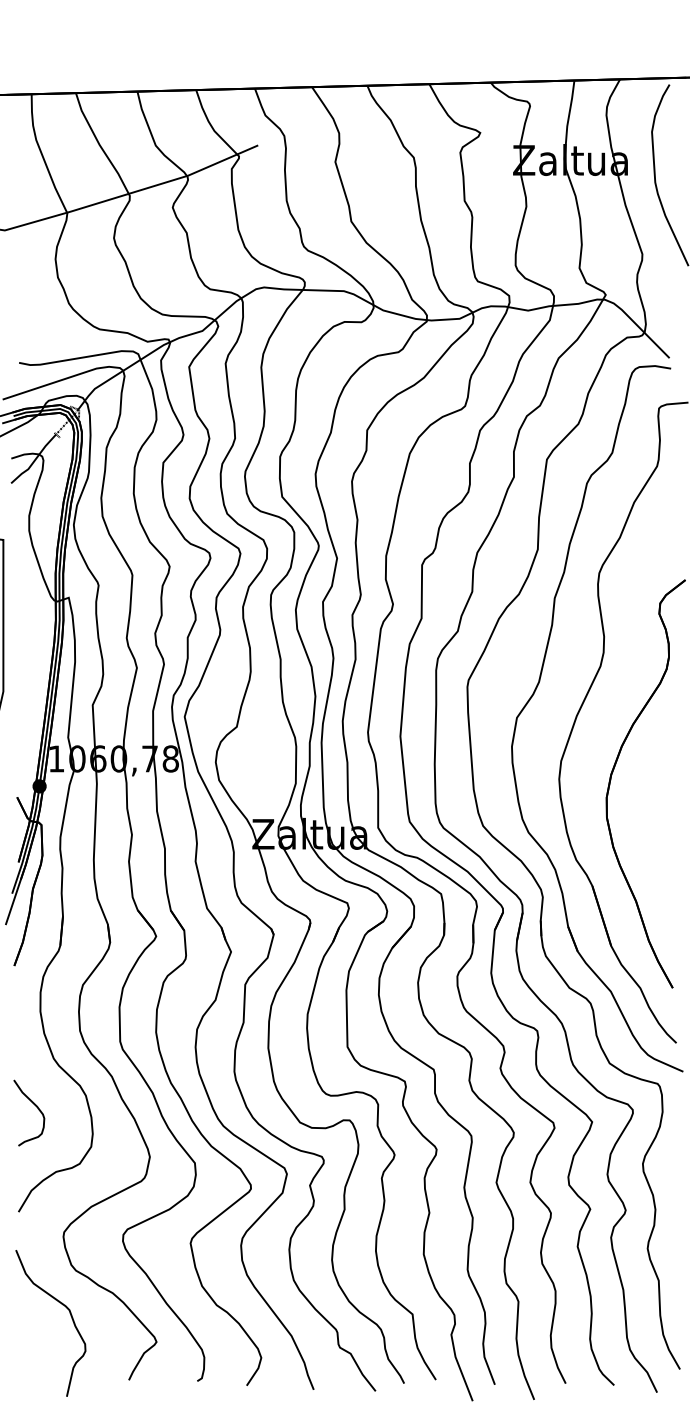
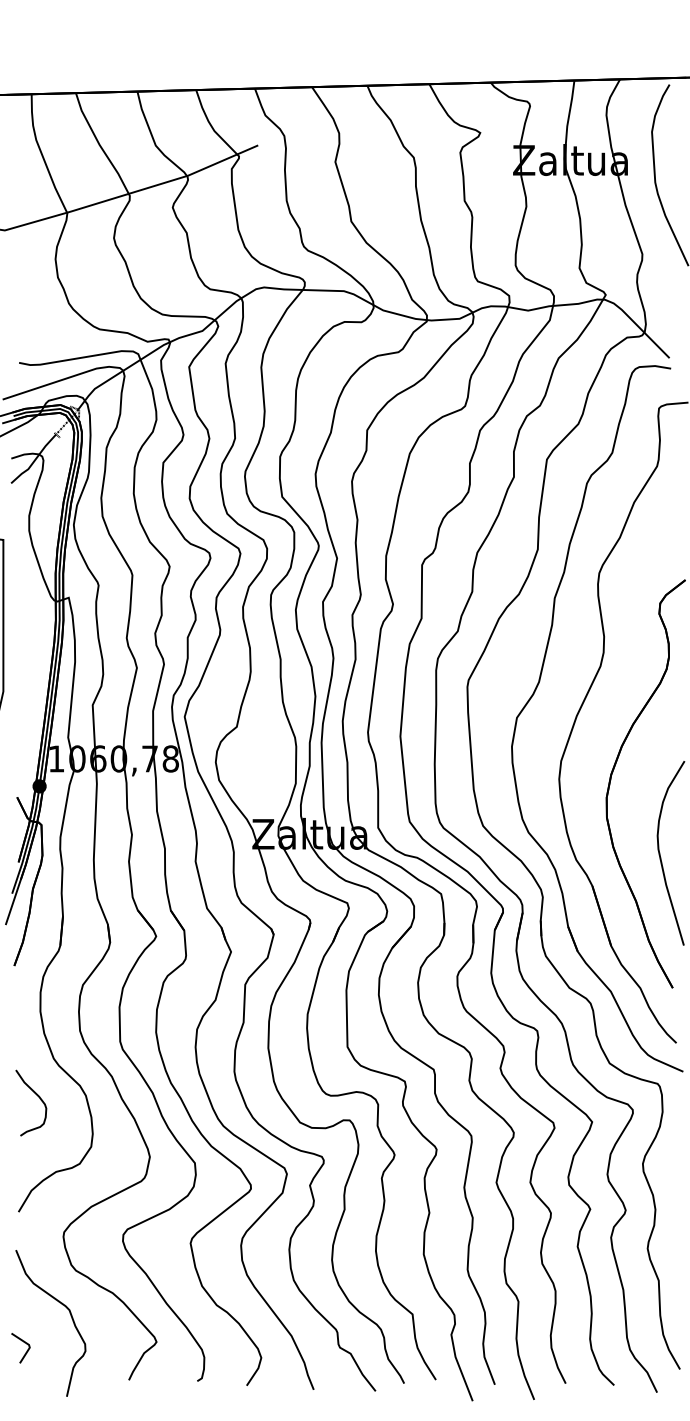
curve at (661, 857): none -> present
curve at (35, 1106) position: (35, 1106) -> (37, 1096)
line at (26, 1350): none -> present
